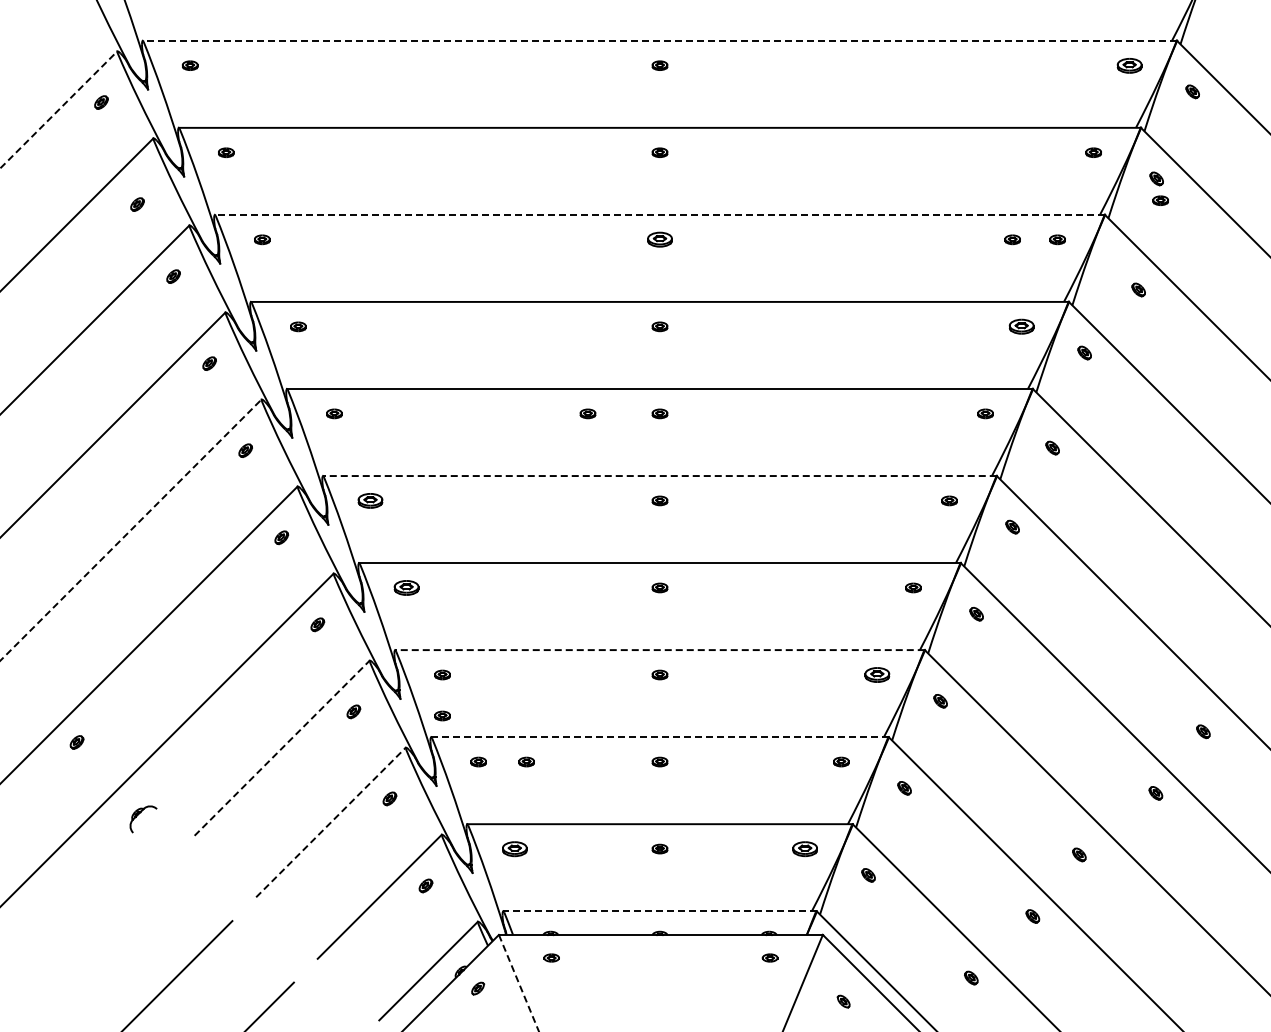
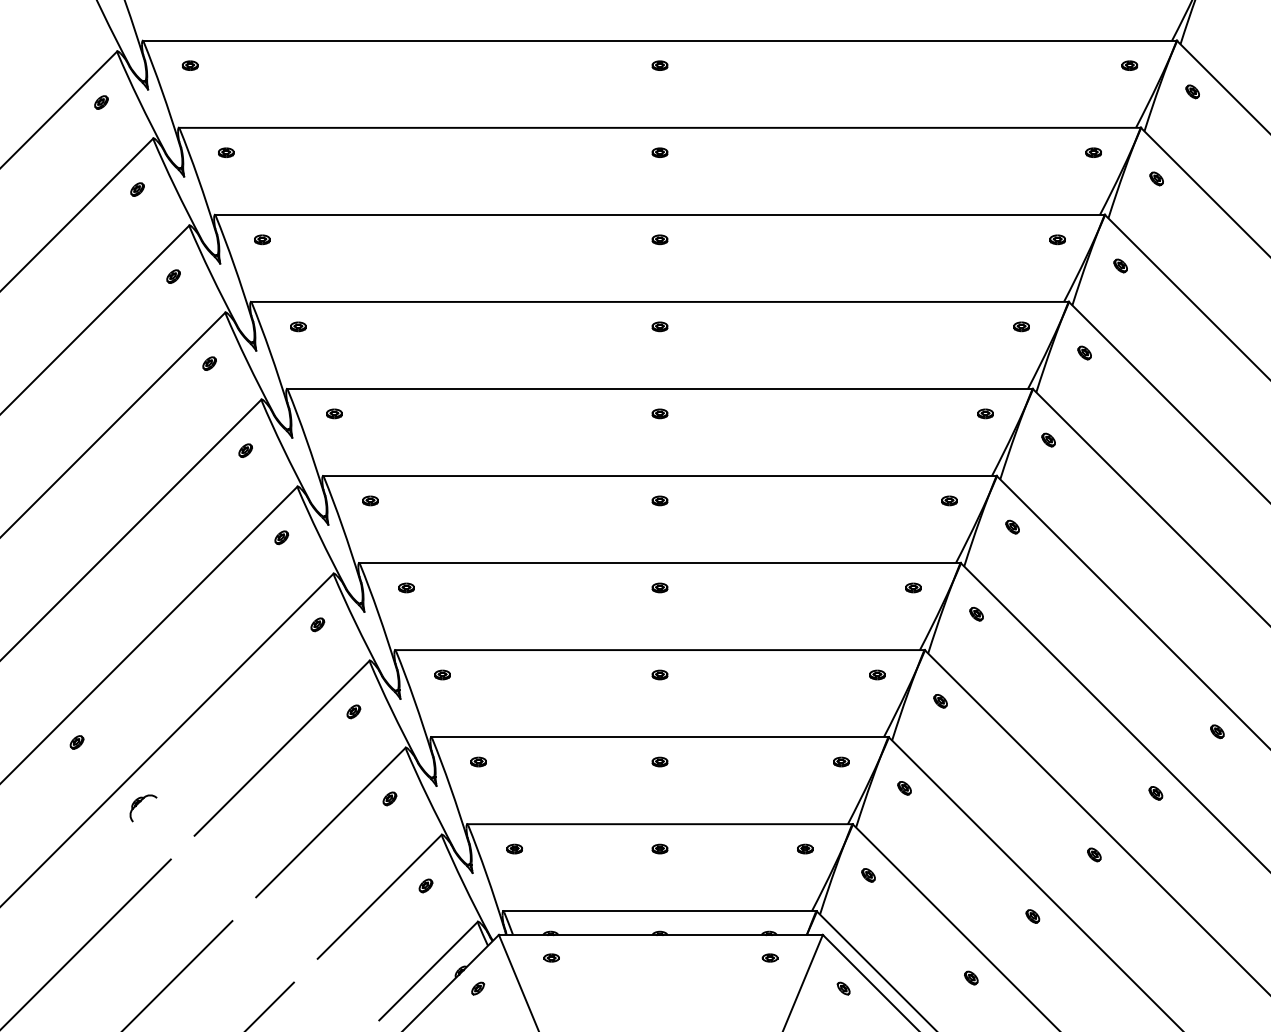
line at (659, 40): dashed -> solid
part at (1129, 65) size: 27x16 px -> 18x11 px
line at (58, 110): dashed -> solid
part at (1160, 200): present -> none
part at (137, 204) position: (137, 204) -> (137, 189)
line at (659, 214): dashed -> solid
part at (659, 239) size: 26x17 px -> 18x12 px
part at (1012, 239): present -> none
part at (1138, 289) position: (1138, 289) -> (1120, 265)
part at (1021, 326) size: 27x17 px -> 17x12 px
part at (587, 413): present -> none
part at (1052, 447) position: (1052, 447) -> (1048, 439)
line at (659, 476): dashed -> solid
part at (370, 500) size: 27x16 px -> 17x12 px
line at (131, 529): dashed -> solid
part at (406, 587) size: 27x16 px -> 17x12 px
line at (659, 650): dashed -> solid
part at (877, 674) size: 27x16 px -> 17x12 px
part at (442, 715): present -> none
part at (1203, 731) position: (1203, 731) -> (1217, 731)
line at (660, 737): dashed -> solid
line at (282, 748): dashed -> solid
part at (526, 761): present -> none
part at (139, 814) position: (139, 814) -> (139, 803)
line at (330, 822): dashed -> solid
part at (804, 848) size: 26x16 px -> 17x12 px
part at (514, 849) size: 26x17 px -> 17x12 px
part at (1079, 854) position: (1079, 854) -> (1094, 854)
line at (660, 911): dashed -> solid
line at (86, 943): none -> present
line at (519, 983): dashed -> solid
part at (843, 1001) position: (843, 1001) -> (843, 988)
